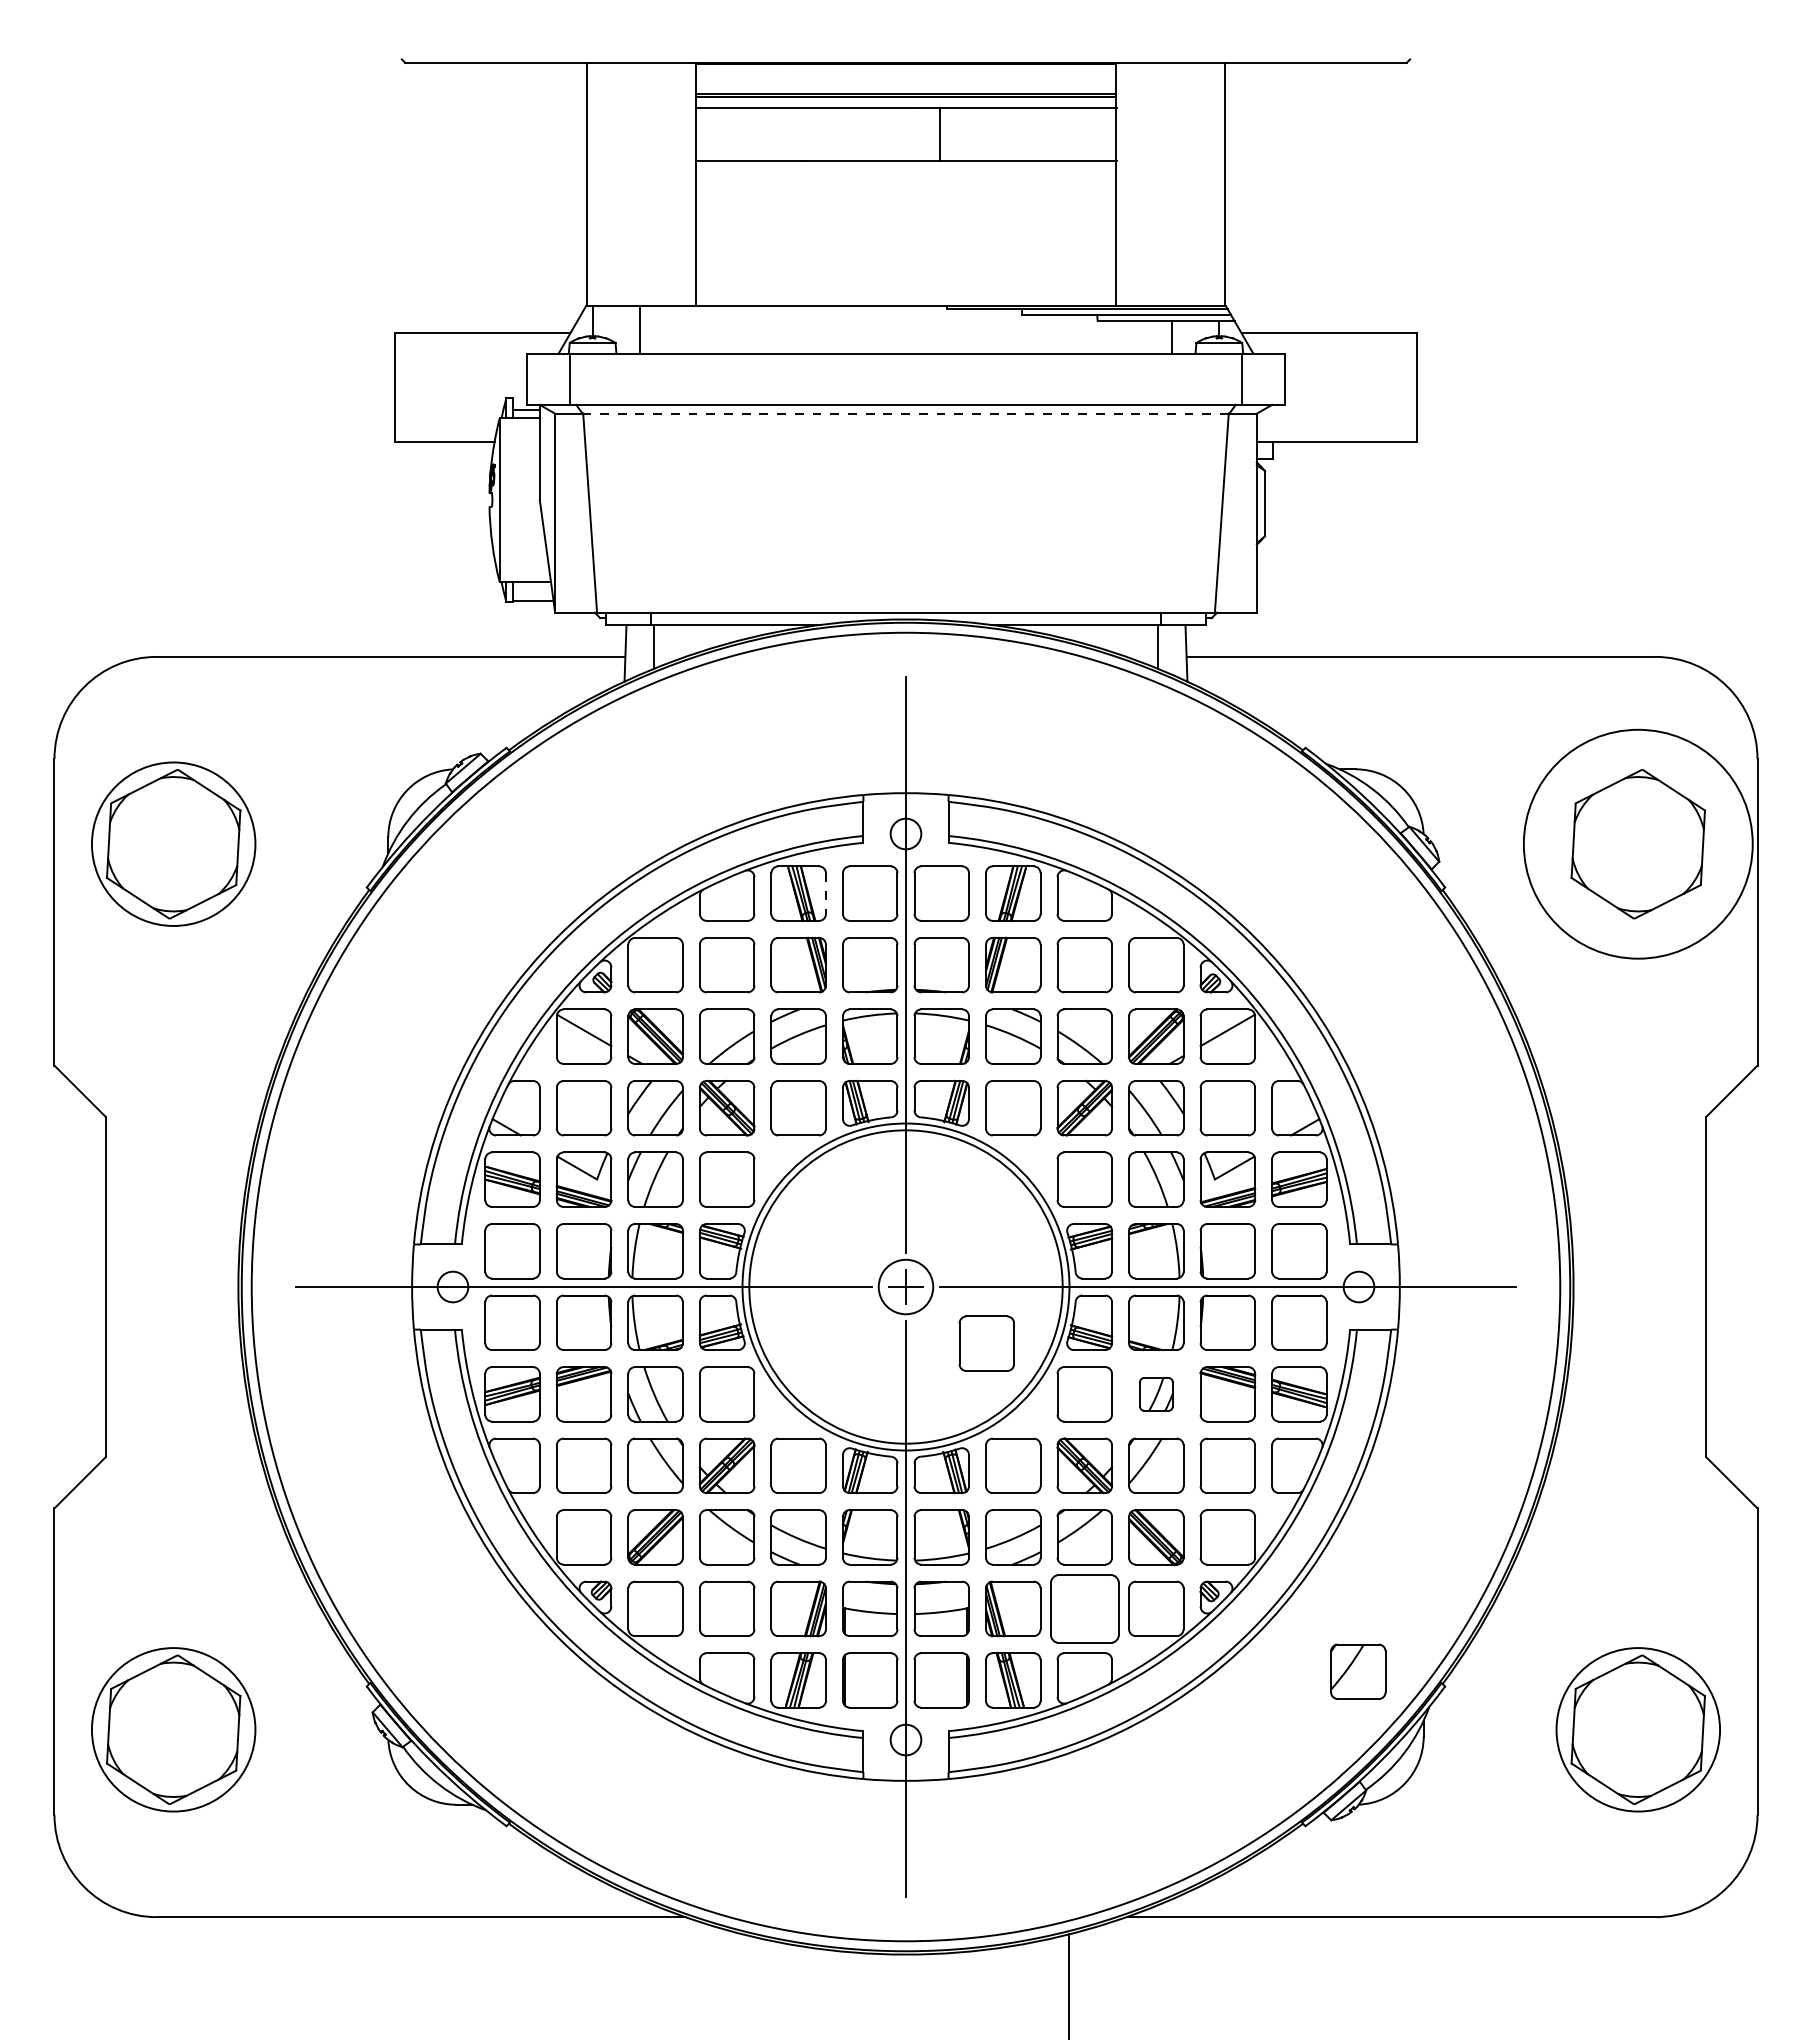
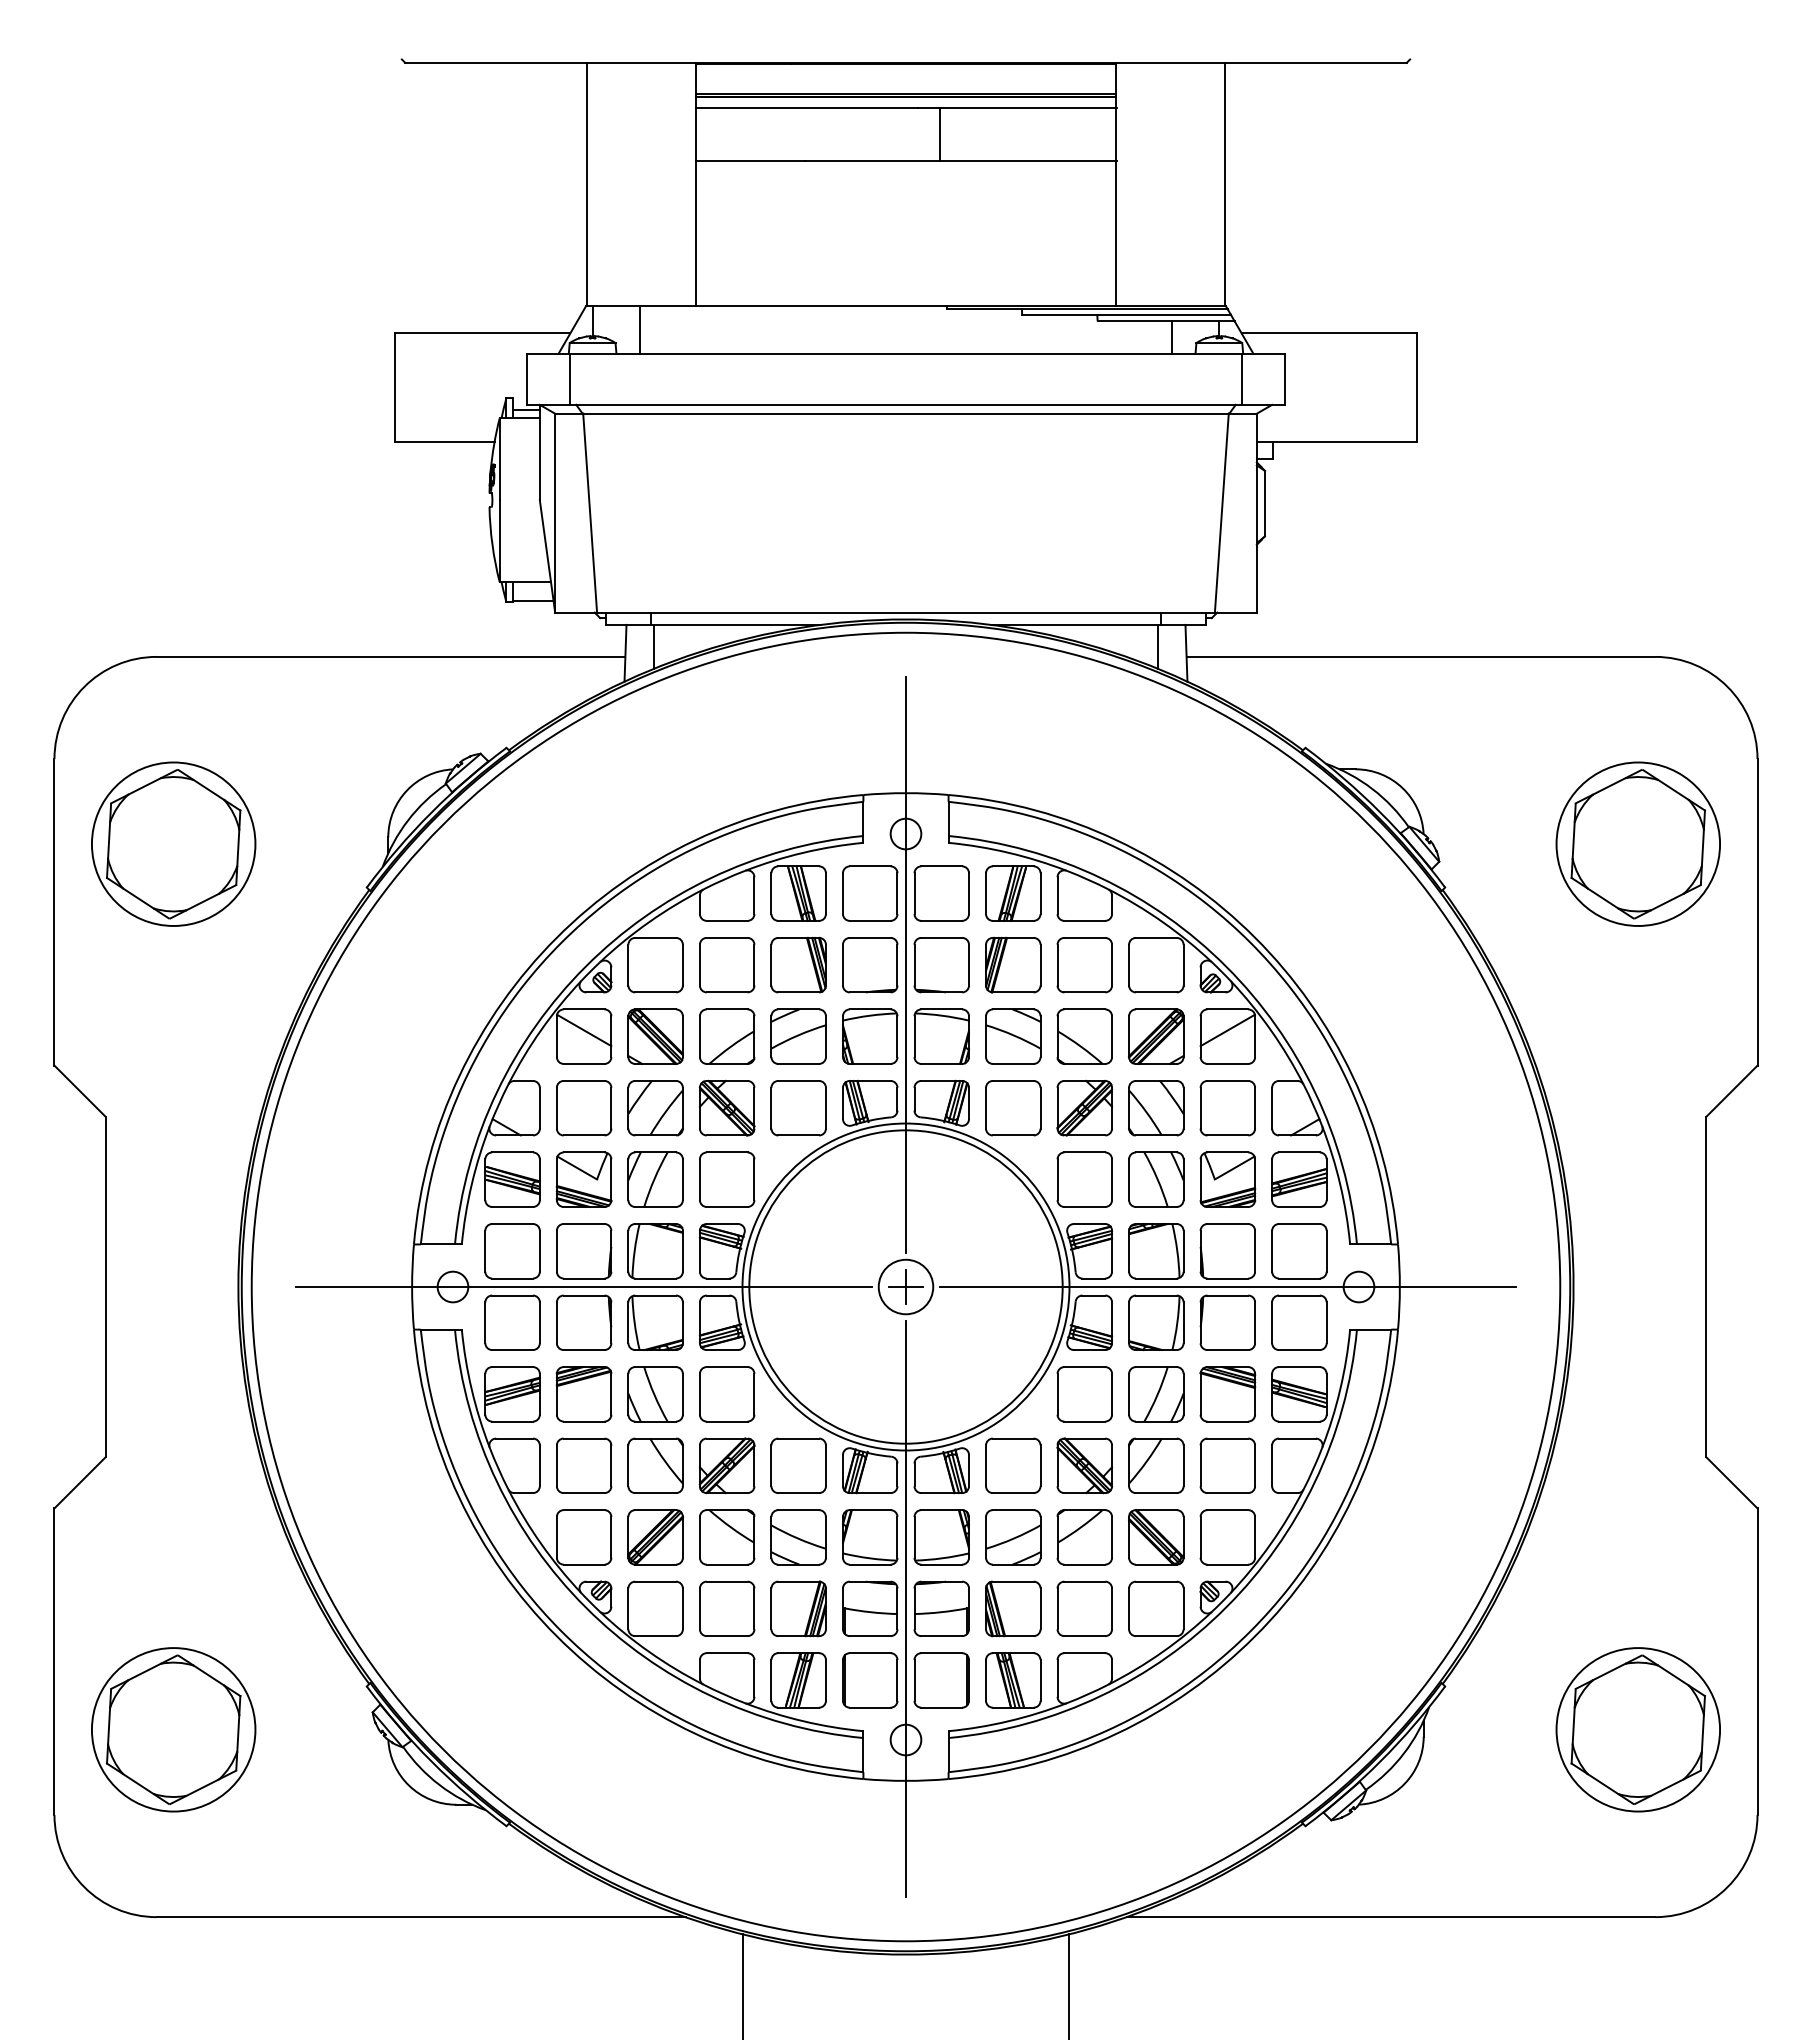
line at (906, 413): dashed -> solid
circle at (1637, 843) diameter: 229 px -> 163 px
line at (825, 894): dashed -> solid
part at (986, 1343): present -> none
part at (1156, 1394) size: 35x35 px -> 57x57 px
part at (1084, 1608) size: 70x70 px -> 57x57 px
part at (1358, 1671): present -> none
line at (742, 1985): none -> present
